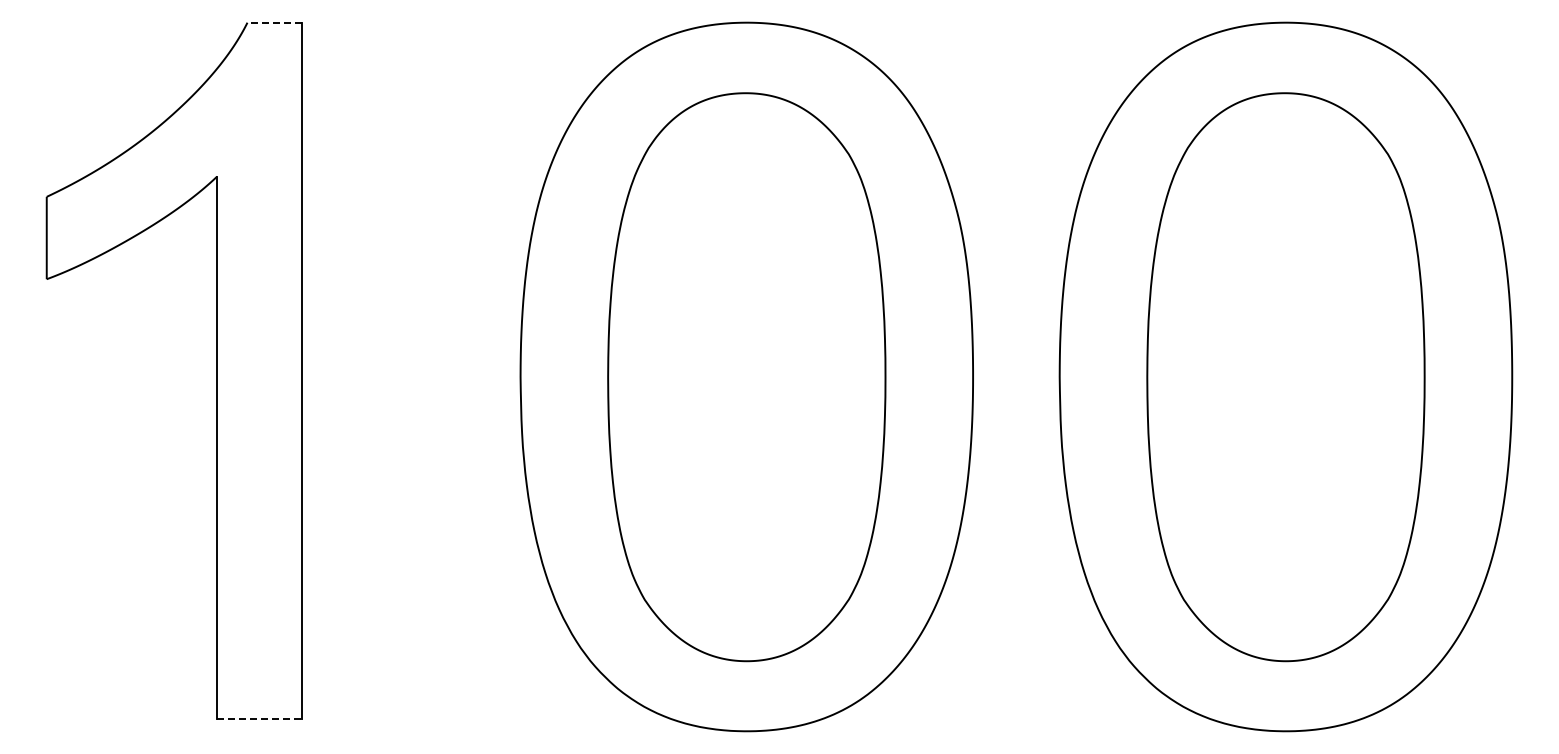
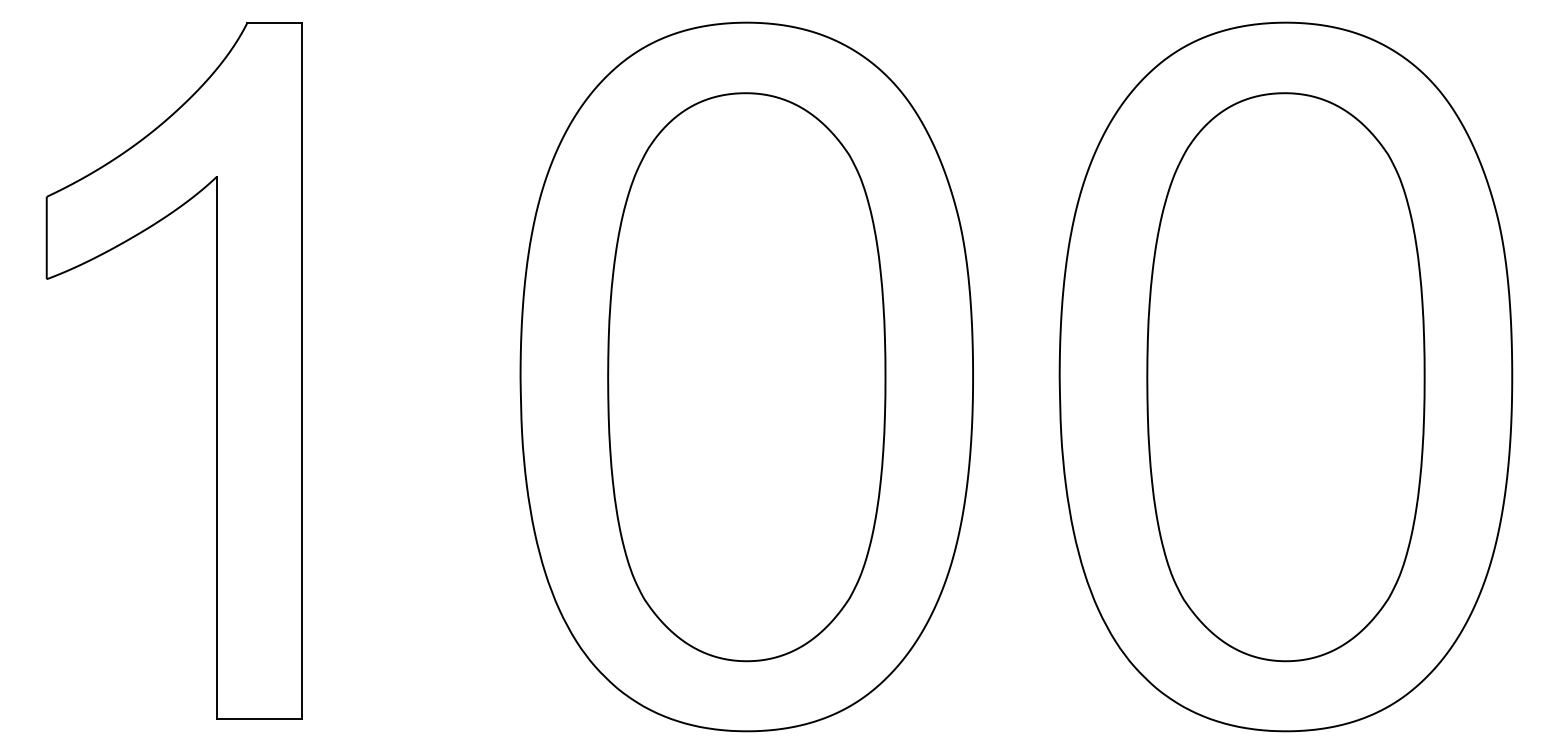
line at (274, 22): dashed -> solid
line at (259, 719): dashed -> solid
